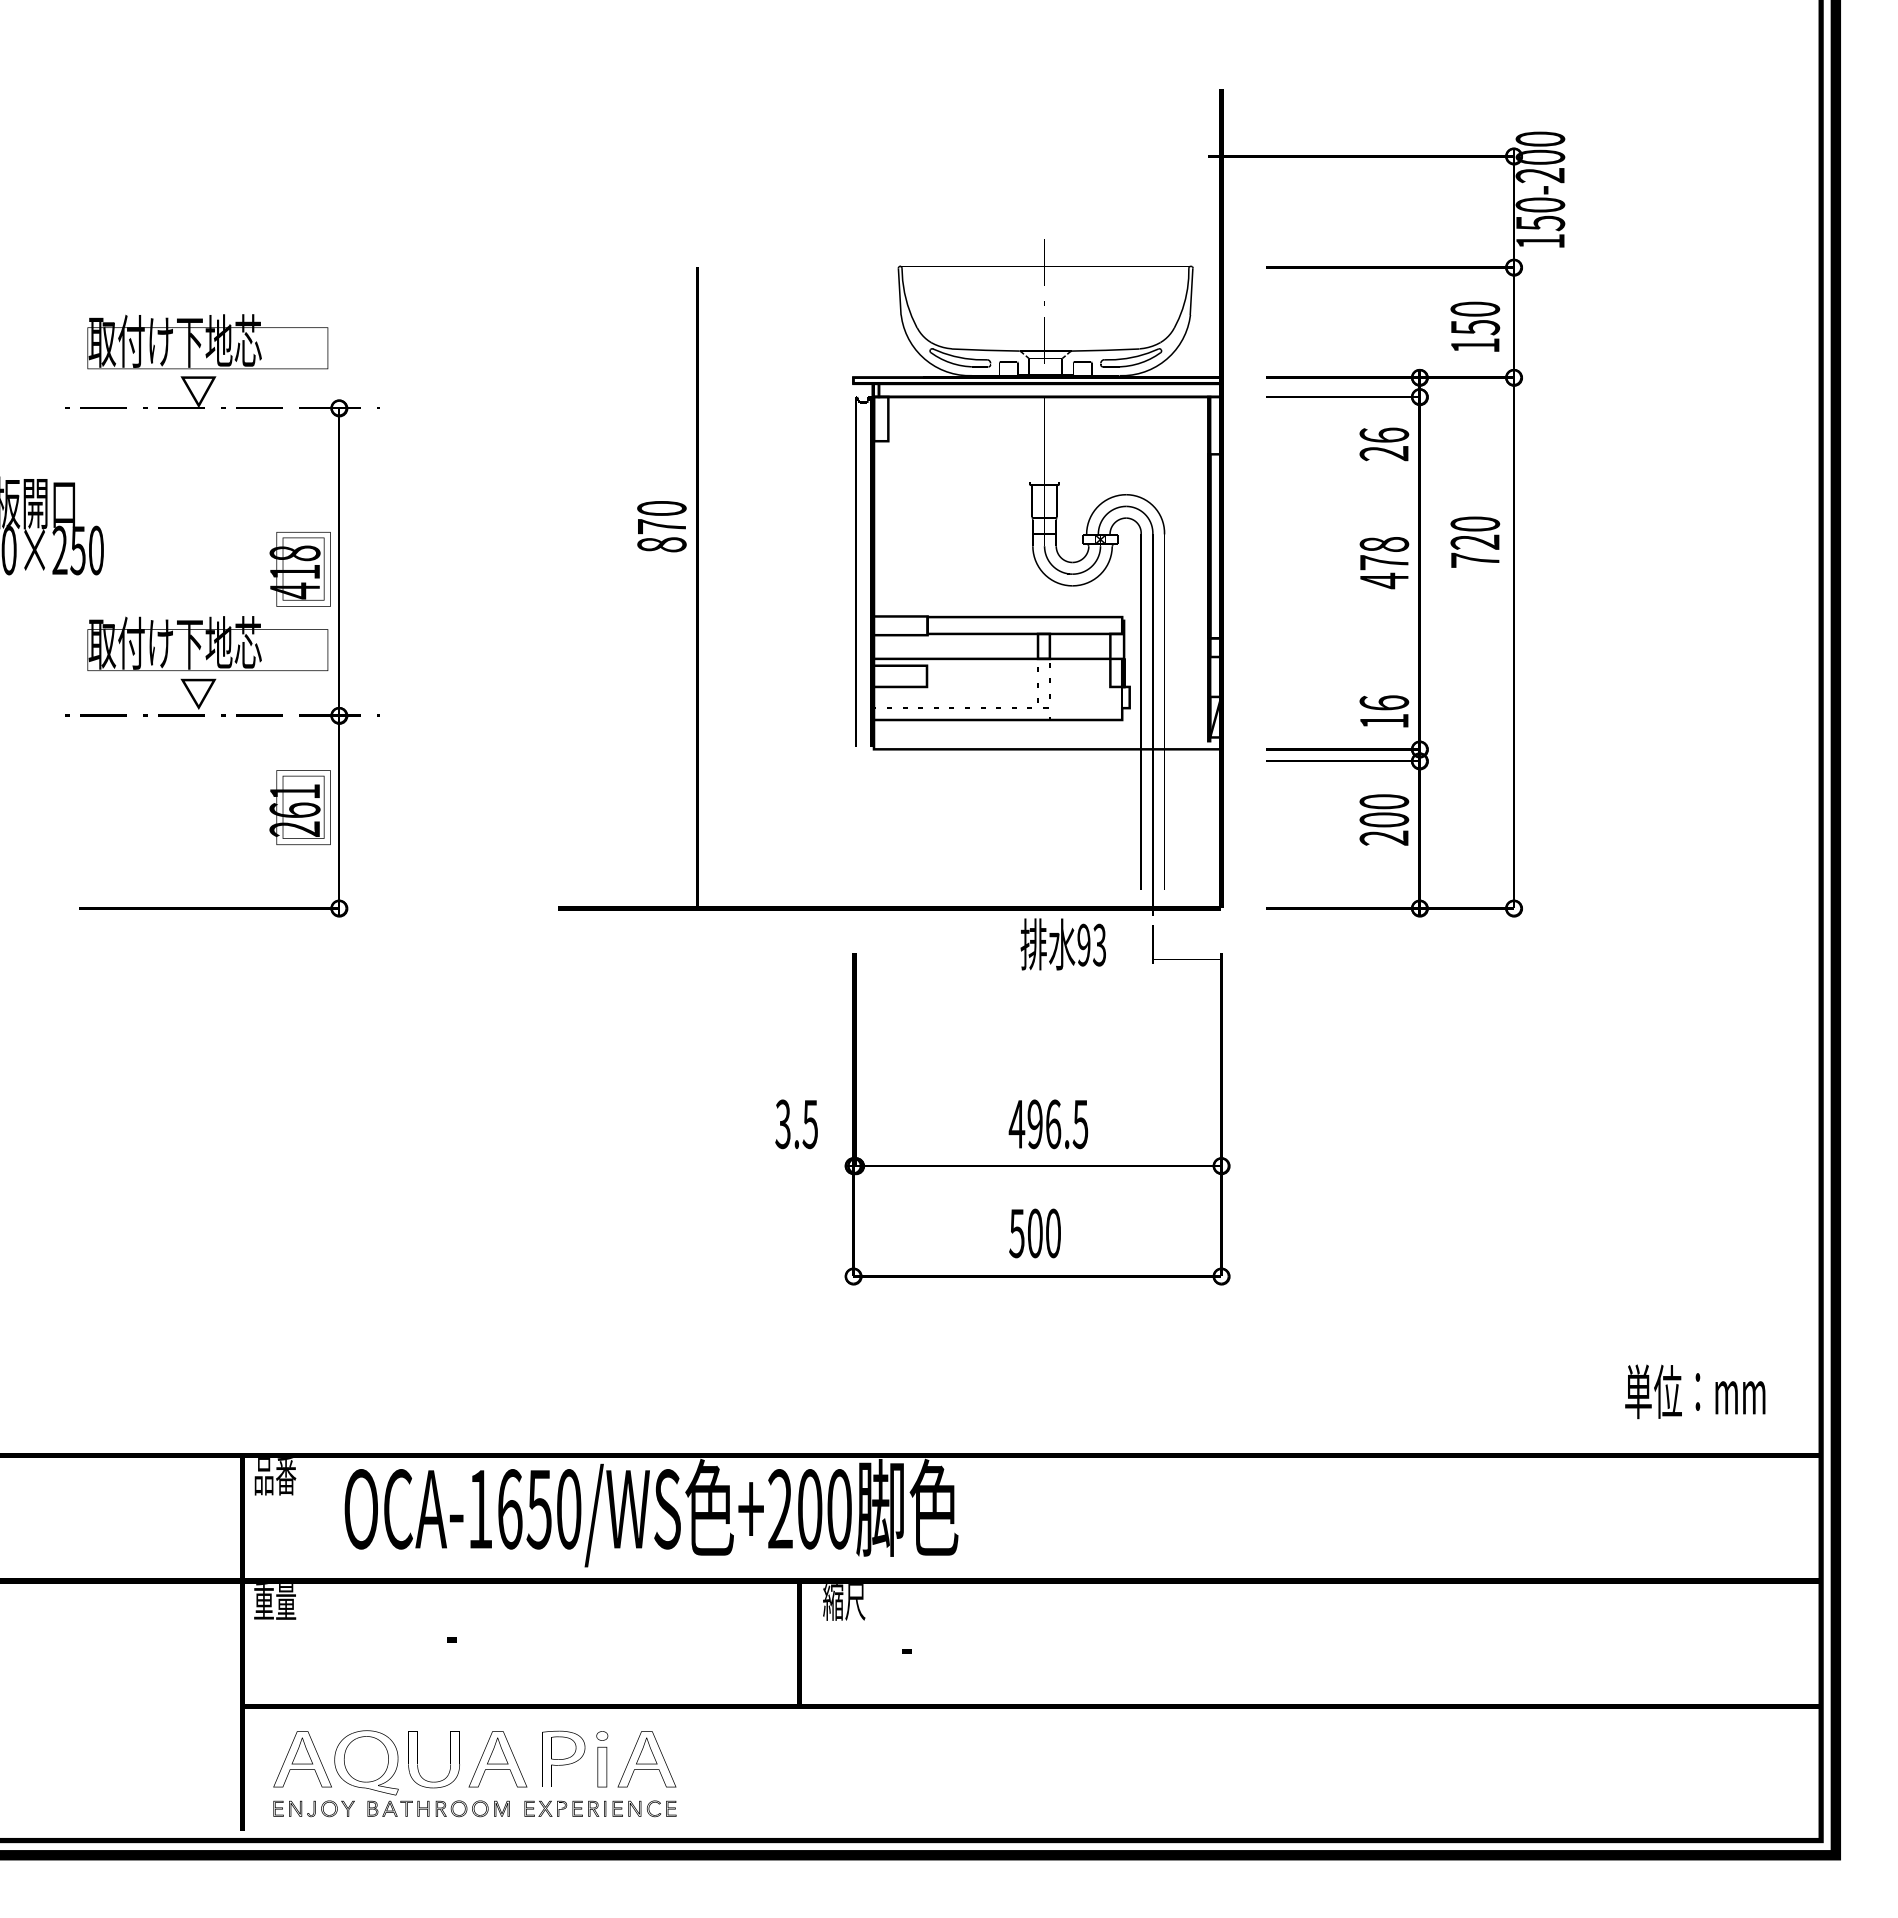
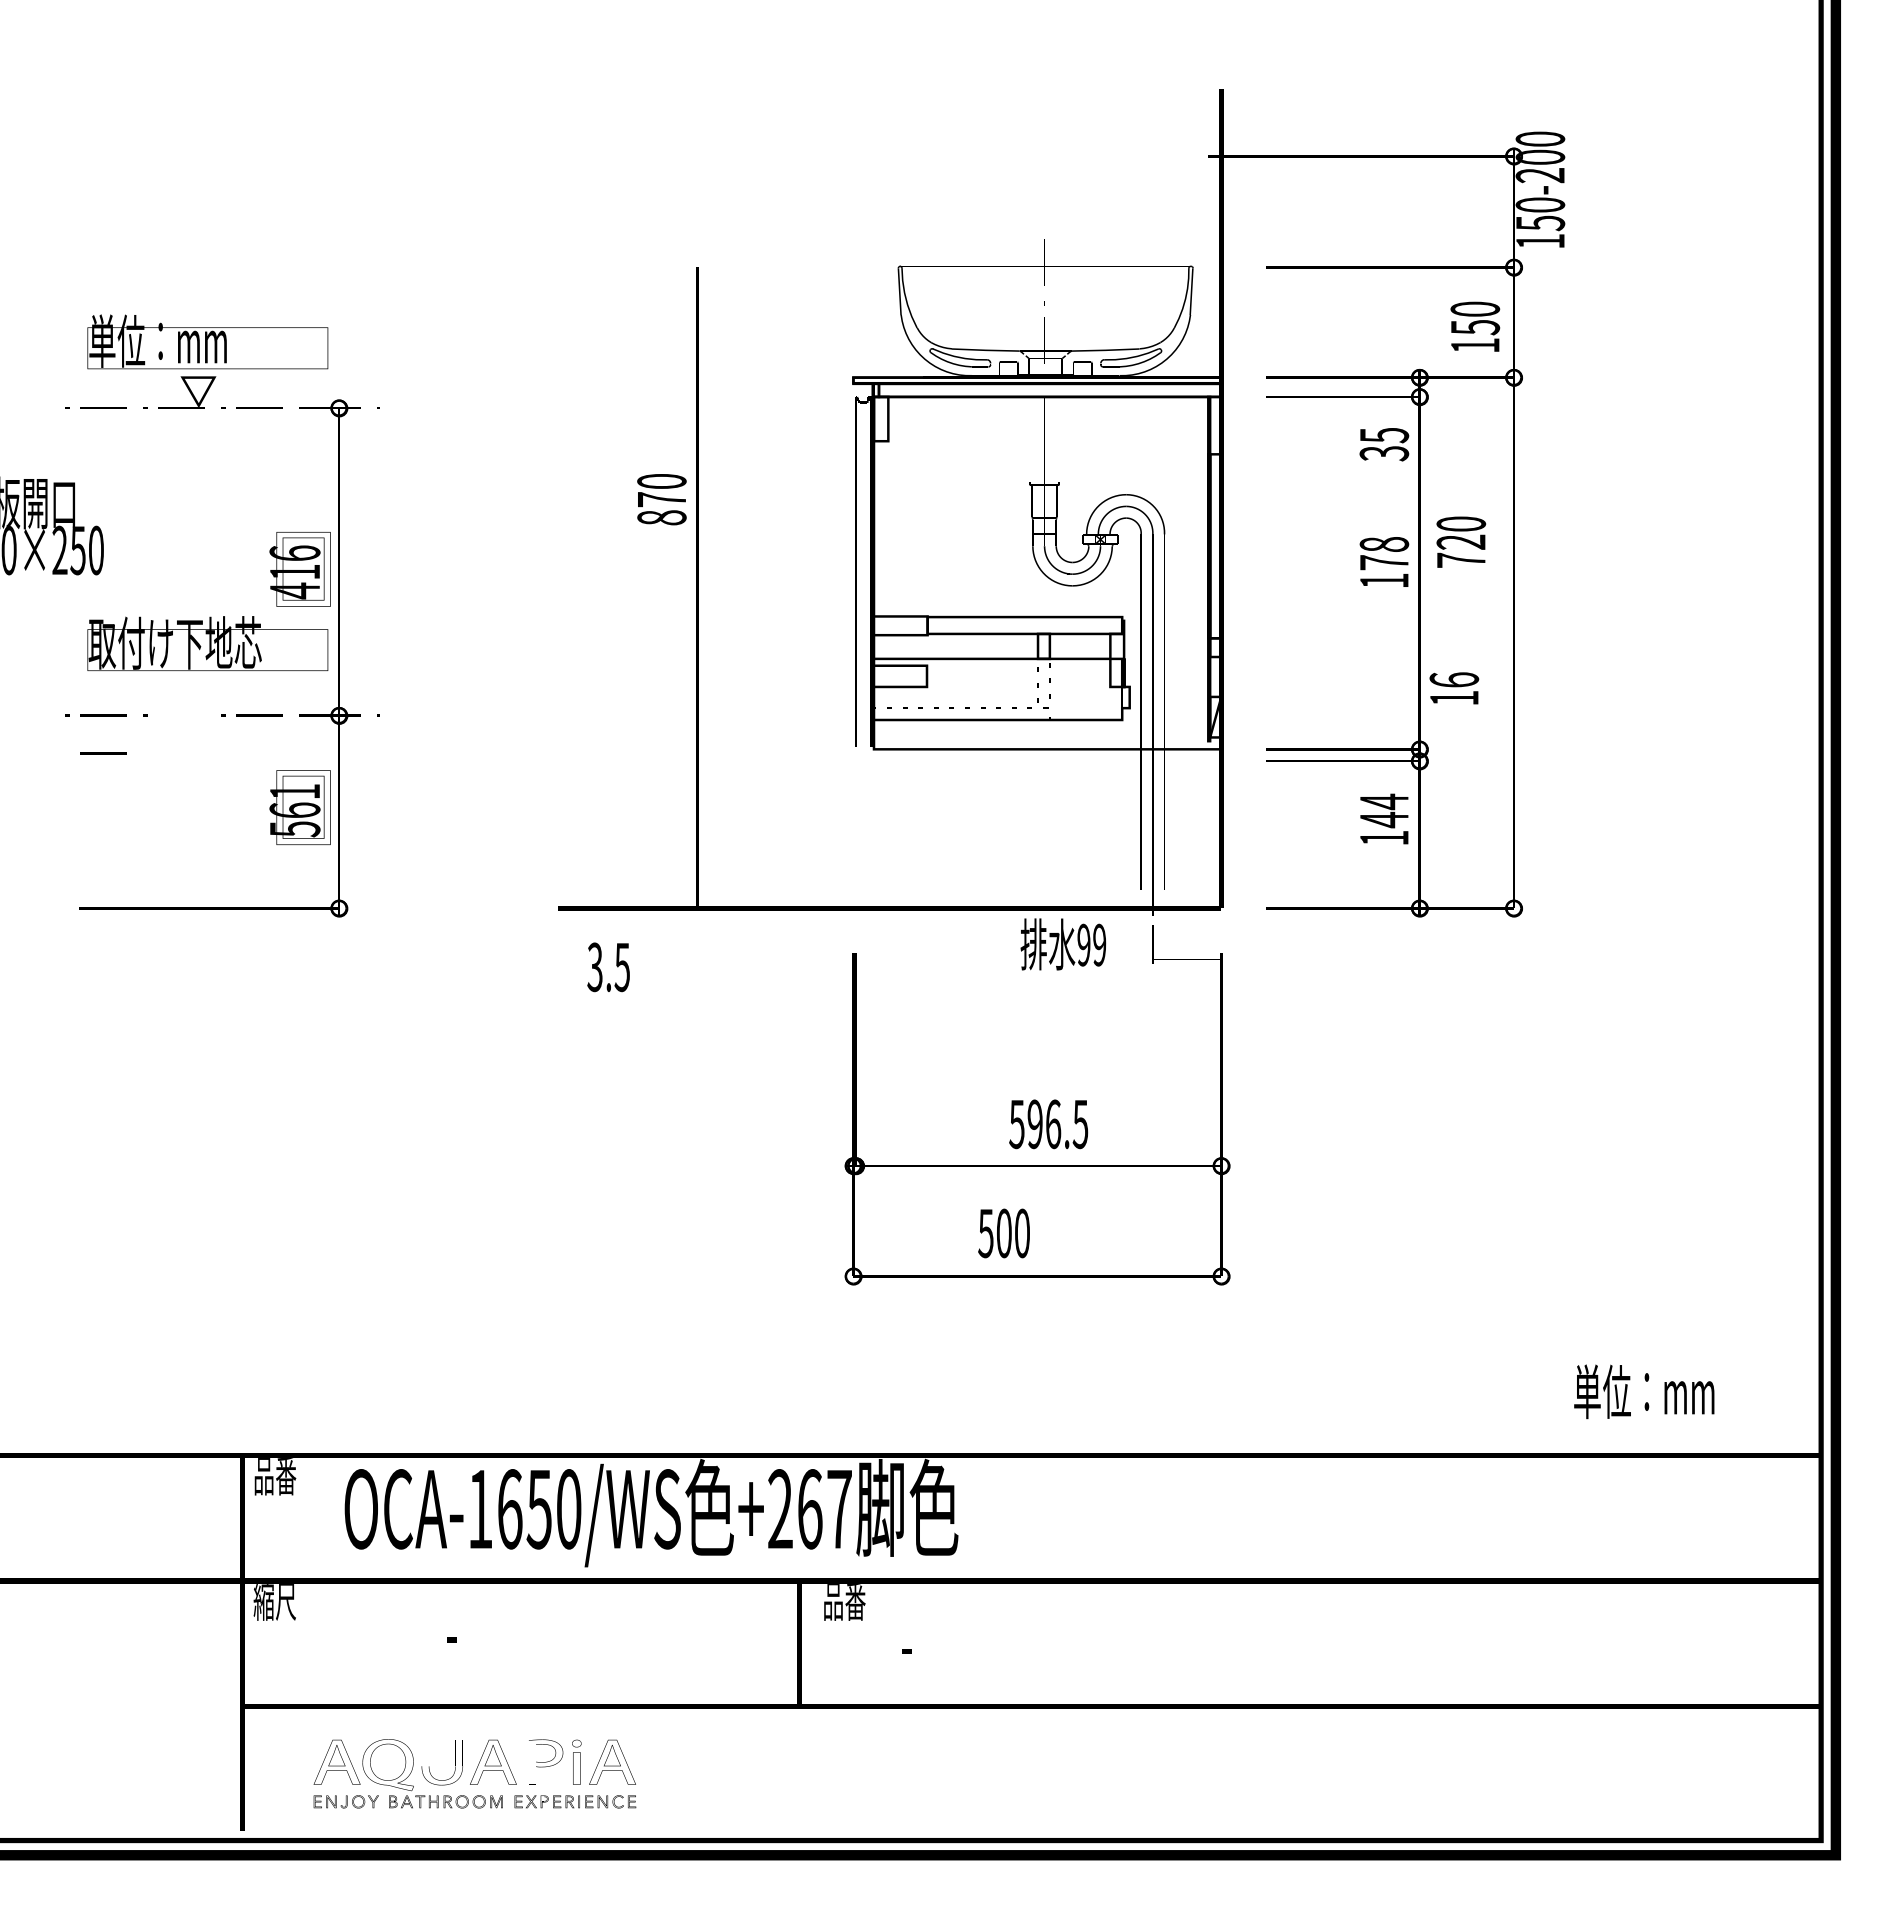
text at (174, 340): 取付け下地芯 -> 単位：mm
text at (1384, 444): 26 -> 35
text at (661, 526) position: (661, 526) -> (661, 499)
text at (1475, 541) position: (1475, 541) -> (1461, 541)
text at (294, 553): 418 -> 416
text at (1384, 580): 478 -> 178
part at (187, 697): present -> none
text at (1384, 711) position: (1384, 711) -> (1454, 688)
line at (103, 753): none -> present
text at (1384, 819): 200 -> 144
text at (294, 829): 261 -> 561
text at (1099, 945): 93 -> 99
text at (796, 1124) position: (796, 1124) -> (608, 967)
text at (1016, 1124): 496.5 -> 596.5
text at (1034, 1233) position: (1034, 1233) -> (1003, 1233)
text at (1695, 1391) position: (1695, 1391) -> (1644, 1391)
text at (824, 1509): +200 -> +267
text at (274, 1602): 重量 -> 縮尺
text at (844, 1602): 縮尺 -> 品番
part at (474, 1773) size: 404x88 px -> 324x70 px
